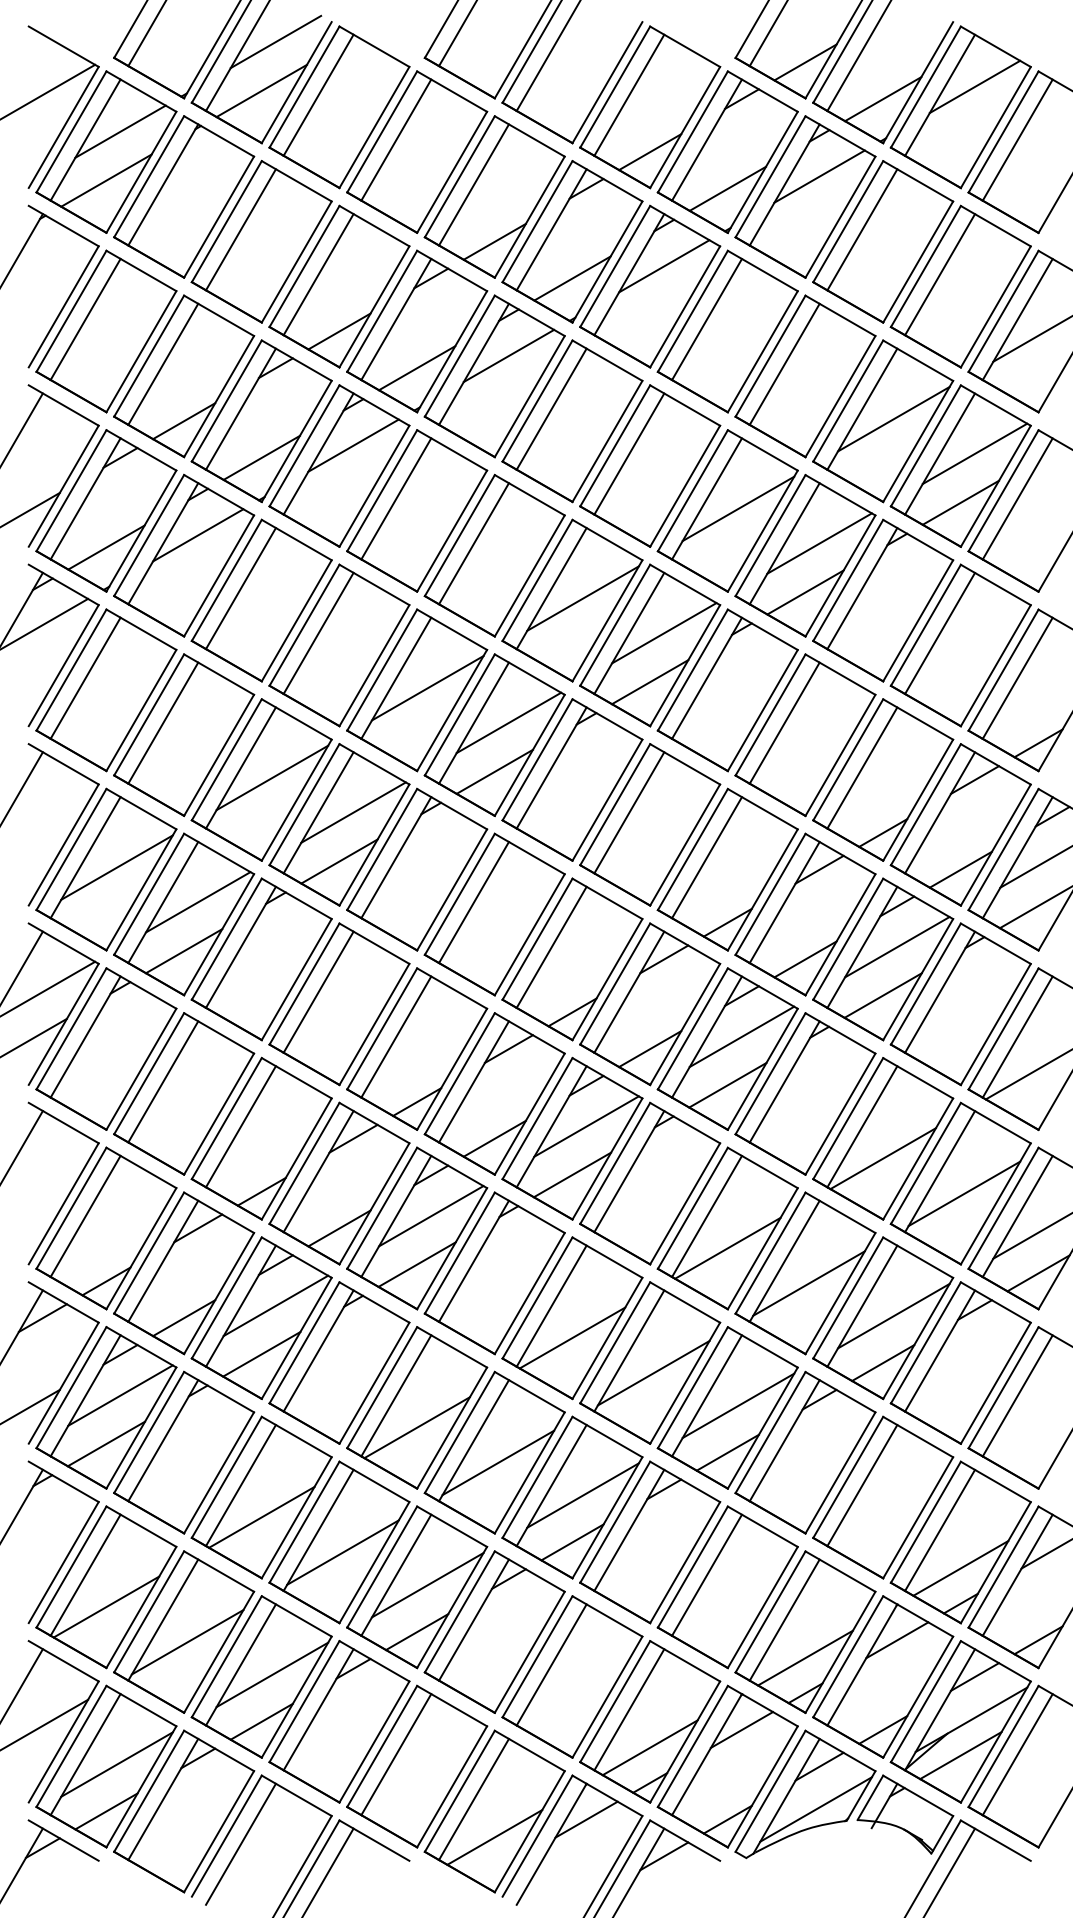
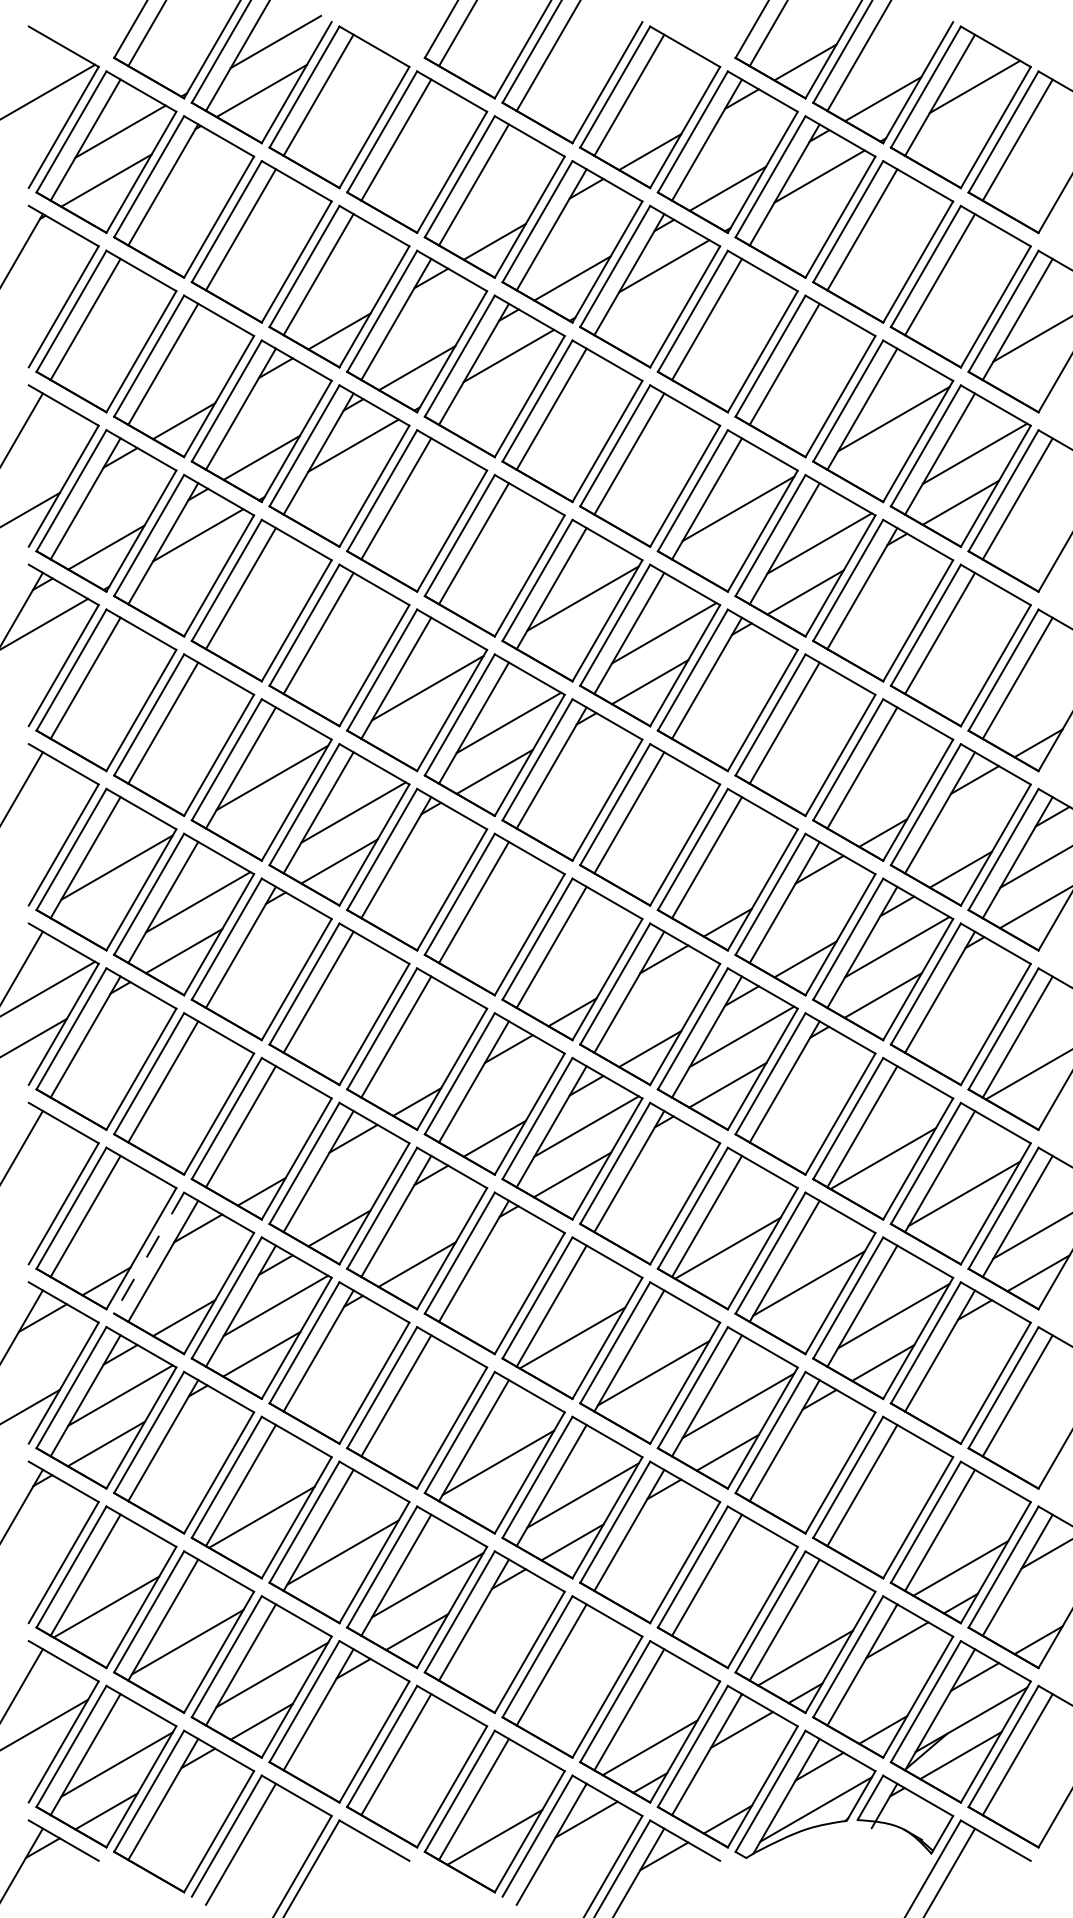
line at (431, 1216): present -> none
line at (149, 1253): solid -> dashed
line at (416, 1427): present -> none
line at (328, 1871): present -> none
